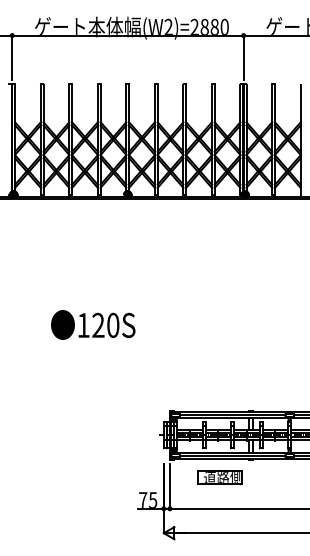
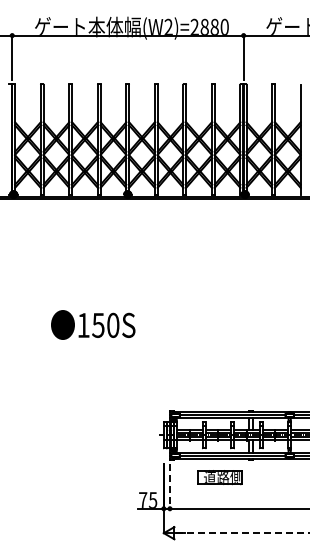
text at (98, 324): 120S -> 150S
line at (169, 486): solid -> dashed
line at (243, 533): solid -> dashed
